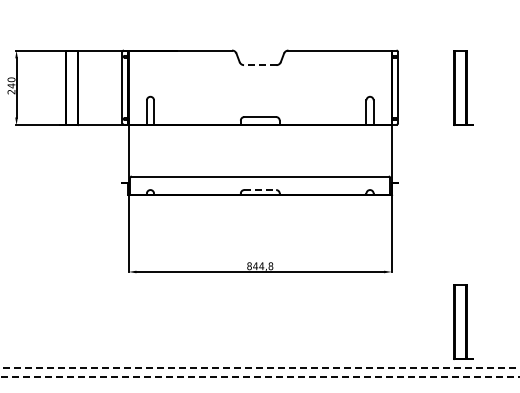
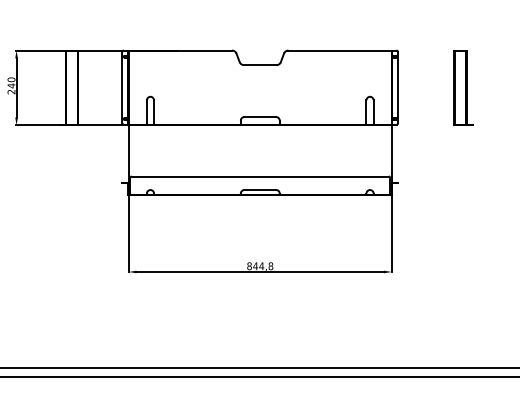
line at (259, 65): dashed -> solid
line at (260, 190): dashed -> solid
part at (463, 321): present -> none
line at (260, 367): dashed -> solid
line at (260, 377): dashed -> solid
